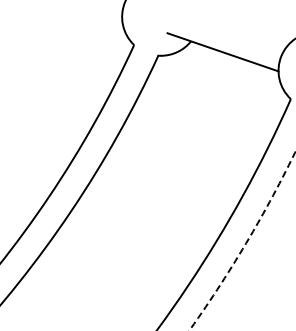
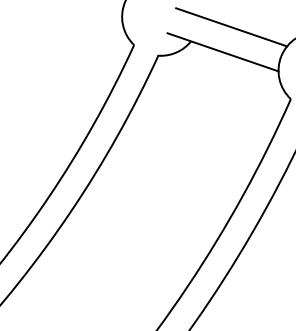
line at (231, 27): none -> present
arc at (246, 243): dashed -> solid
